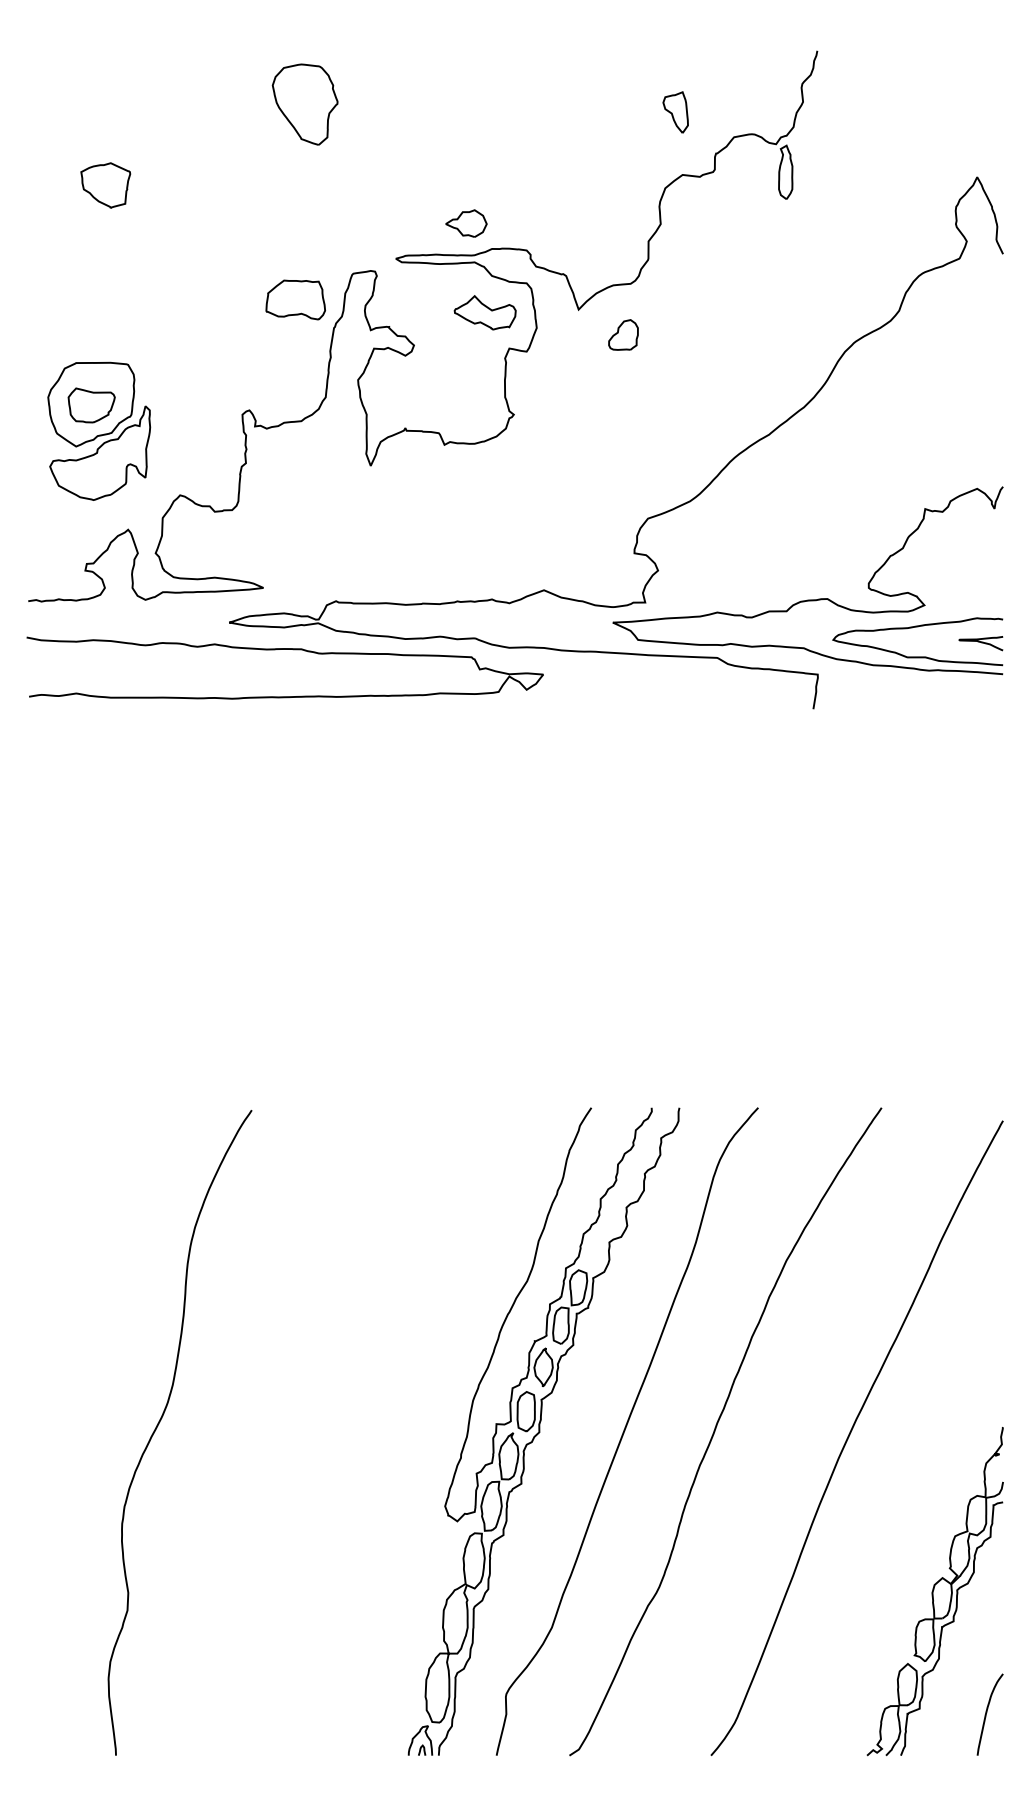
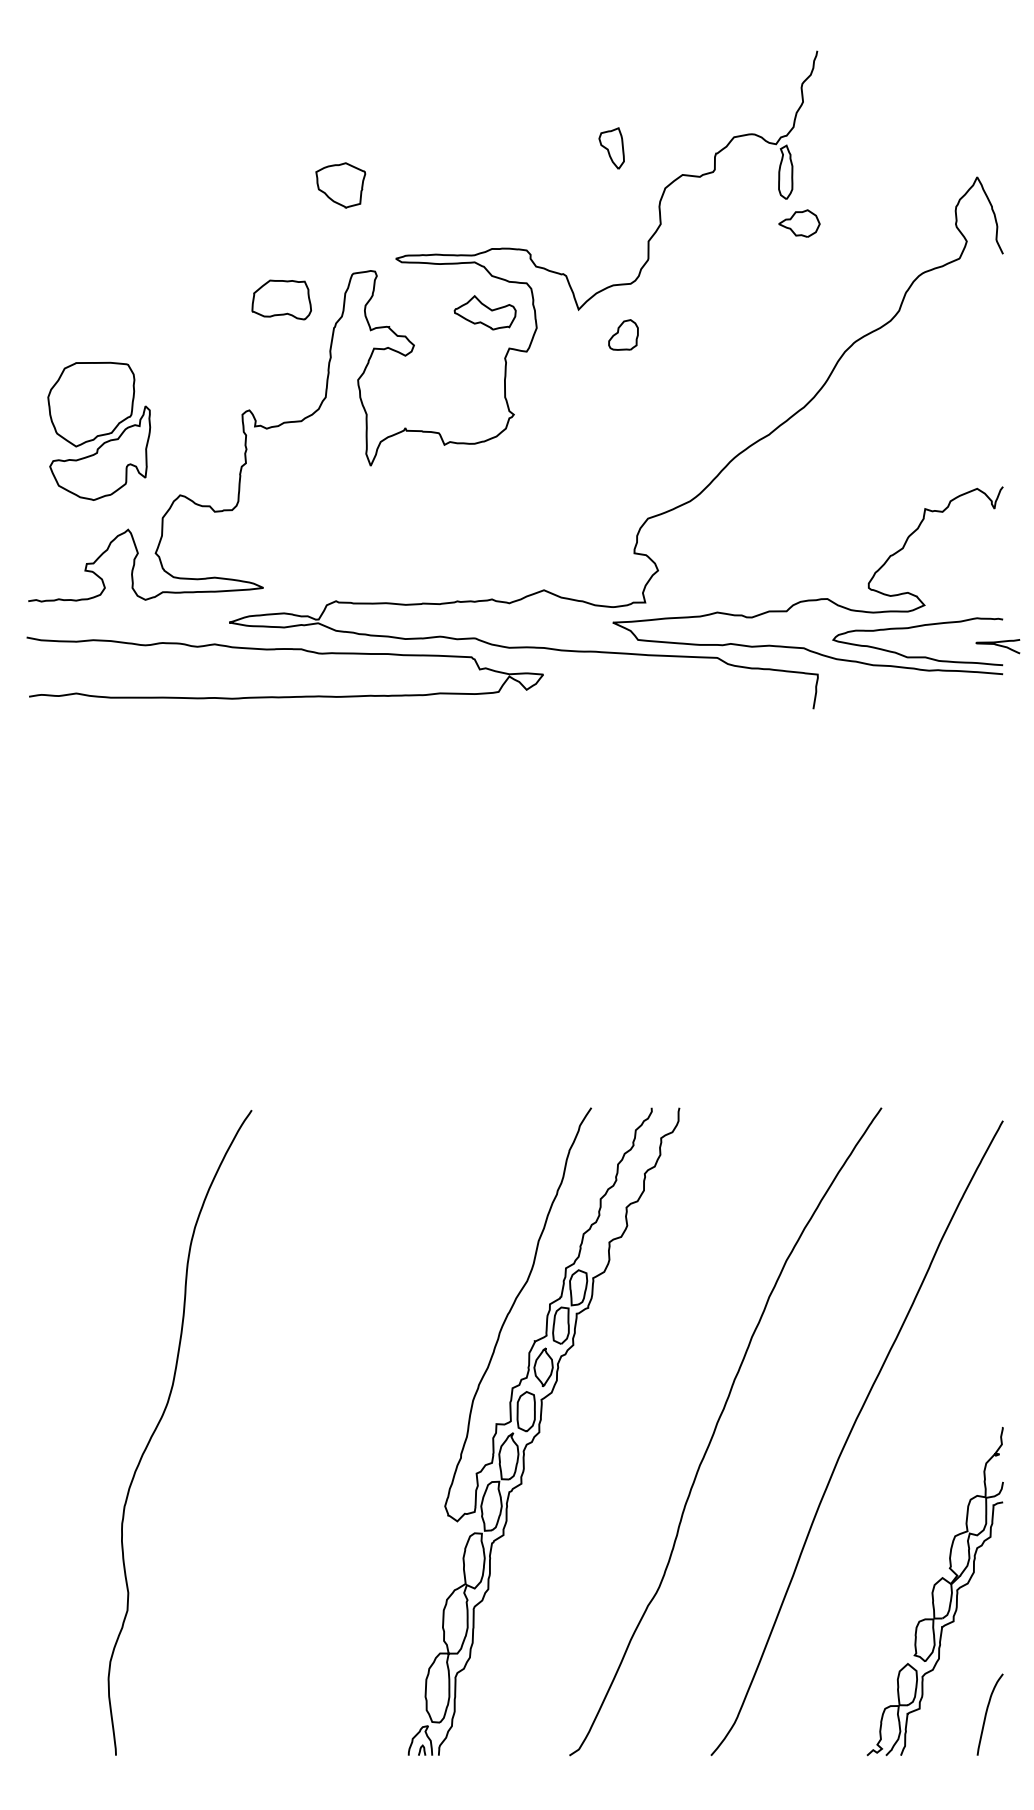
part at (304, 104): present -> none
part at (675, 112) position: (675, 112) -> (611, 148)
part at (105, 185) position: (105, 185) -> (340, 185)
part at (466, 223) position: (466, 223) -> (799, 223)
part at (295, 299) position: (295, 299) -> (281, 299)
part at (91, 405): present -> none
curve at (980, 642) position: (980, 642) -> (997, 645)
curve at (625, 1430): present -> none
